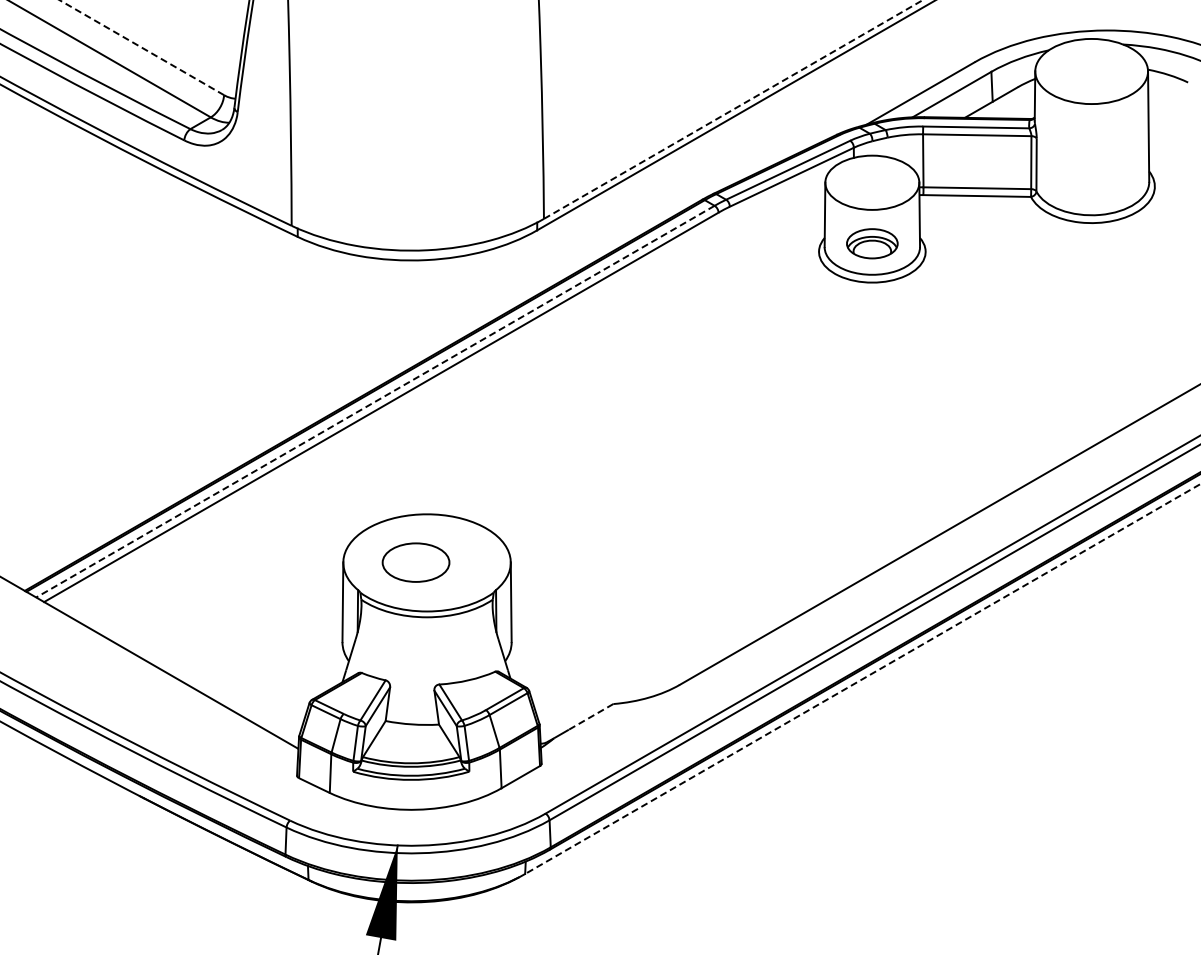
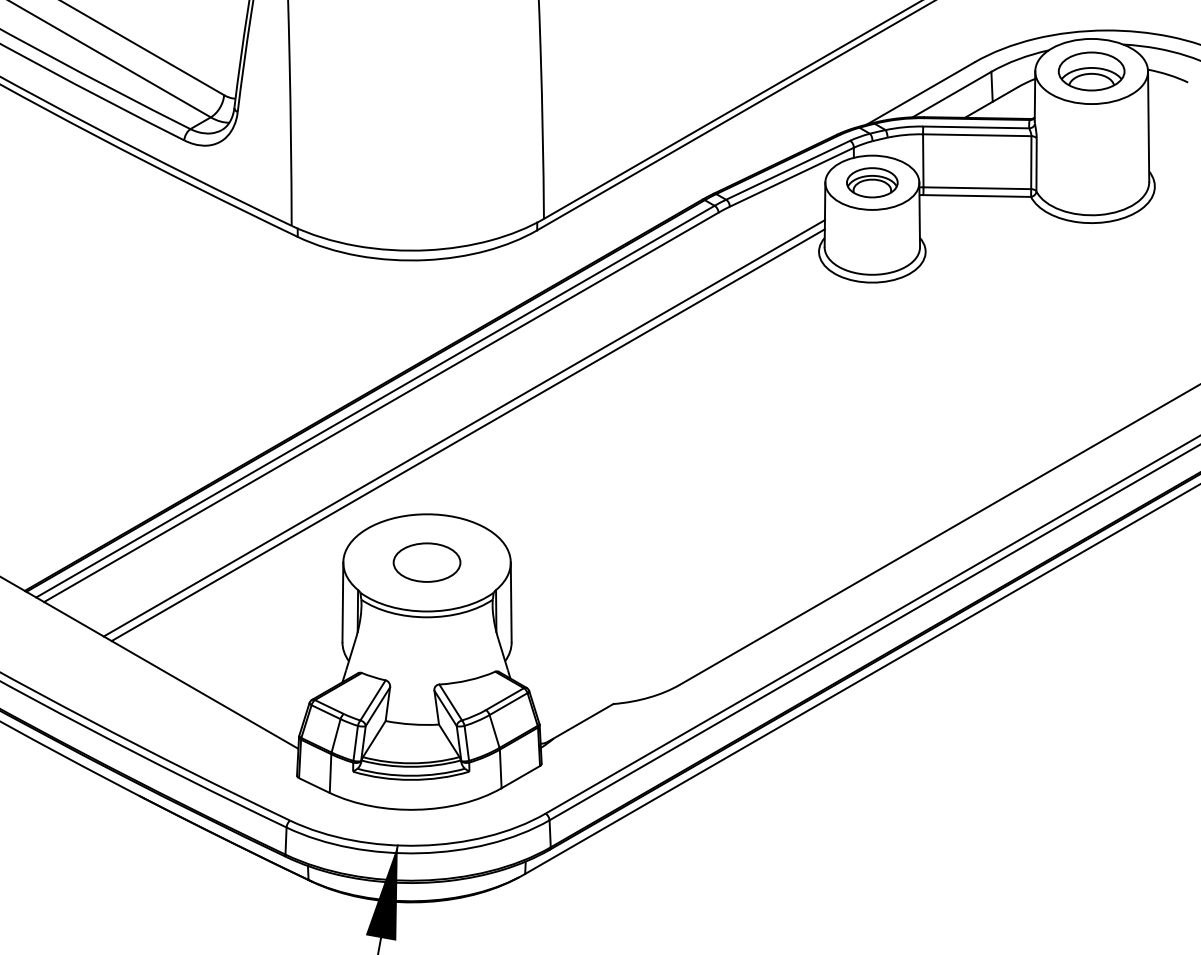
line at (141, 47): dashed -> solid
part at (1091, 71): none -> present
line at (733, 109): dashed -> solid
part at (872, 243) position: (872, 243) -> (872, 182)
line at (375, 401): dashed -> solid
line at (463, 428): none -> present
line at (467, 435): none -> present
part at (415, 562) position: (415, 562) -> (426, 562)
line at (862, 679): dashed -> solid
line at (591, 716): dashed -> solid
